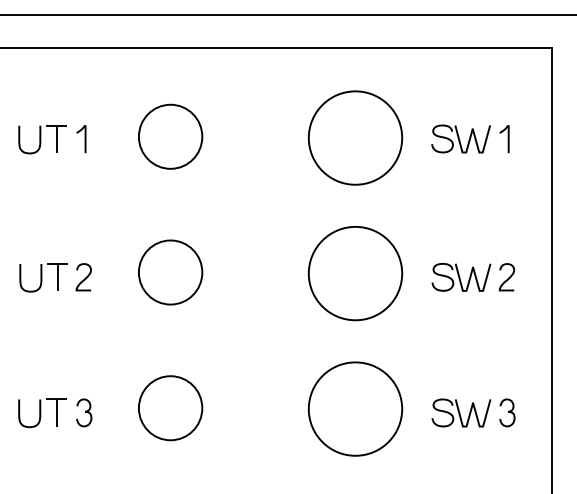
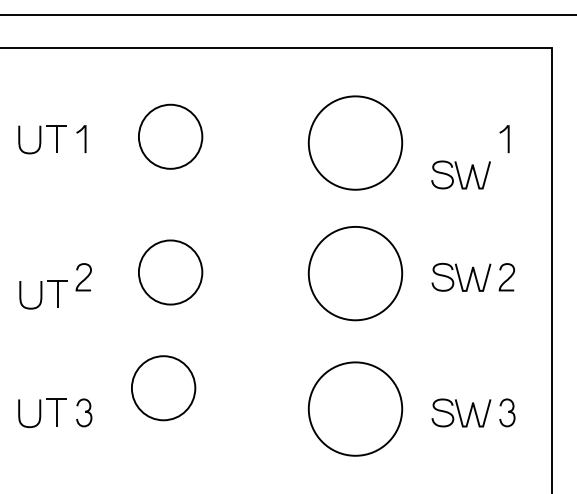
part at (355, 137) position: (355, 137) -> (355, 142)
part at (460, 138) position: (460, 138) -> (460, 174)
part at (43, 277) position: (43, 277) -> (43, 294)
part at (170, 408) position: (170, 408) -> (163, 388)
